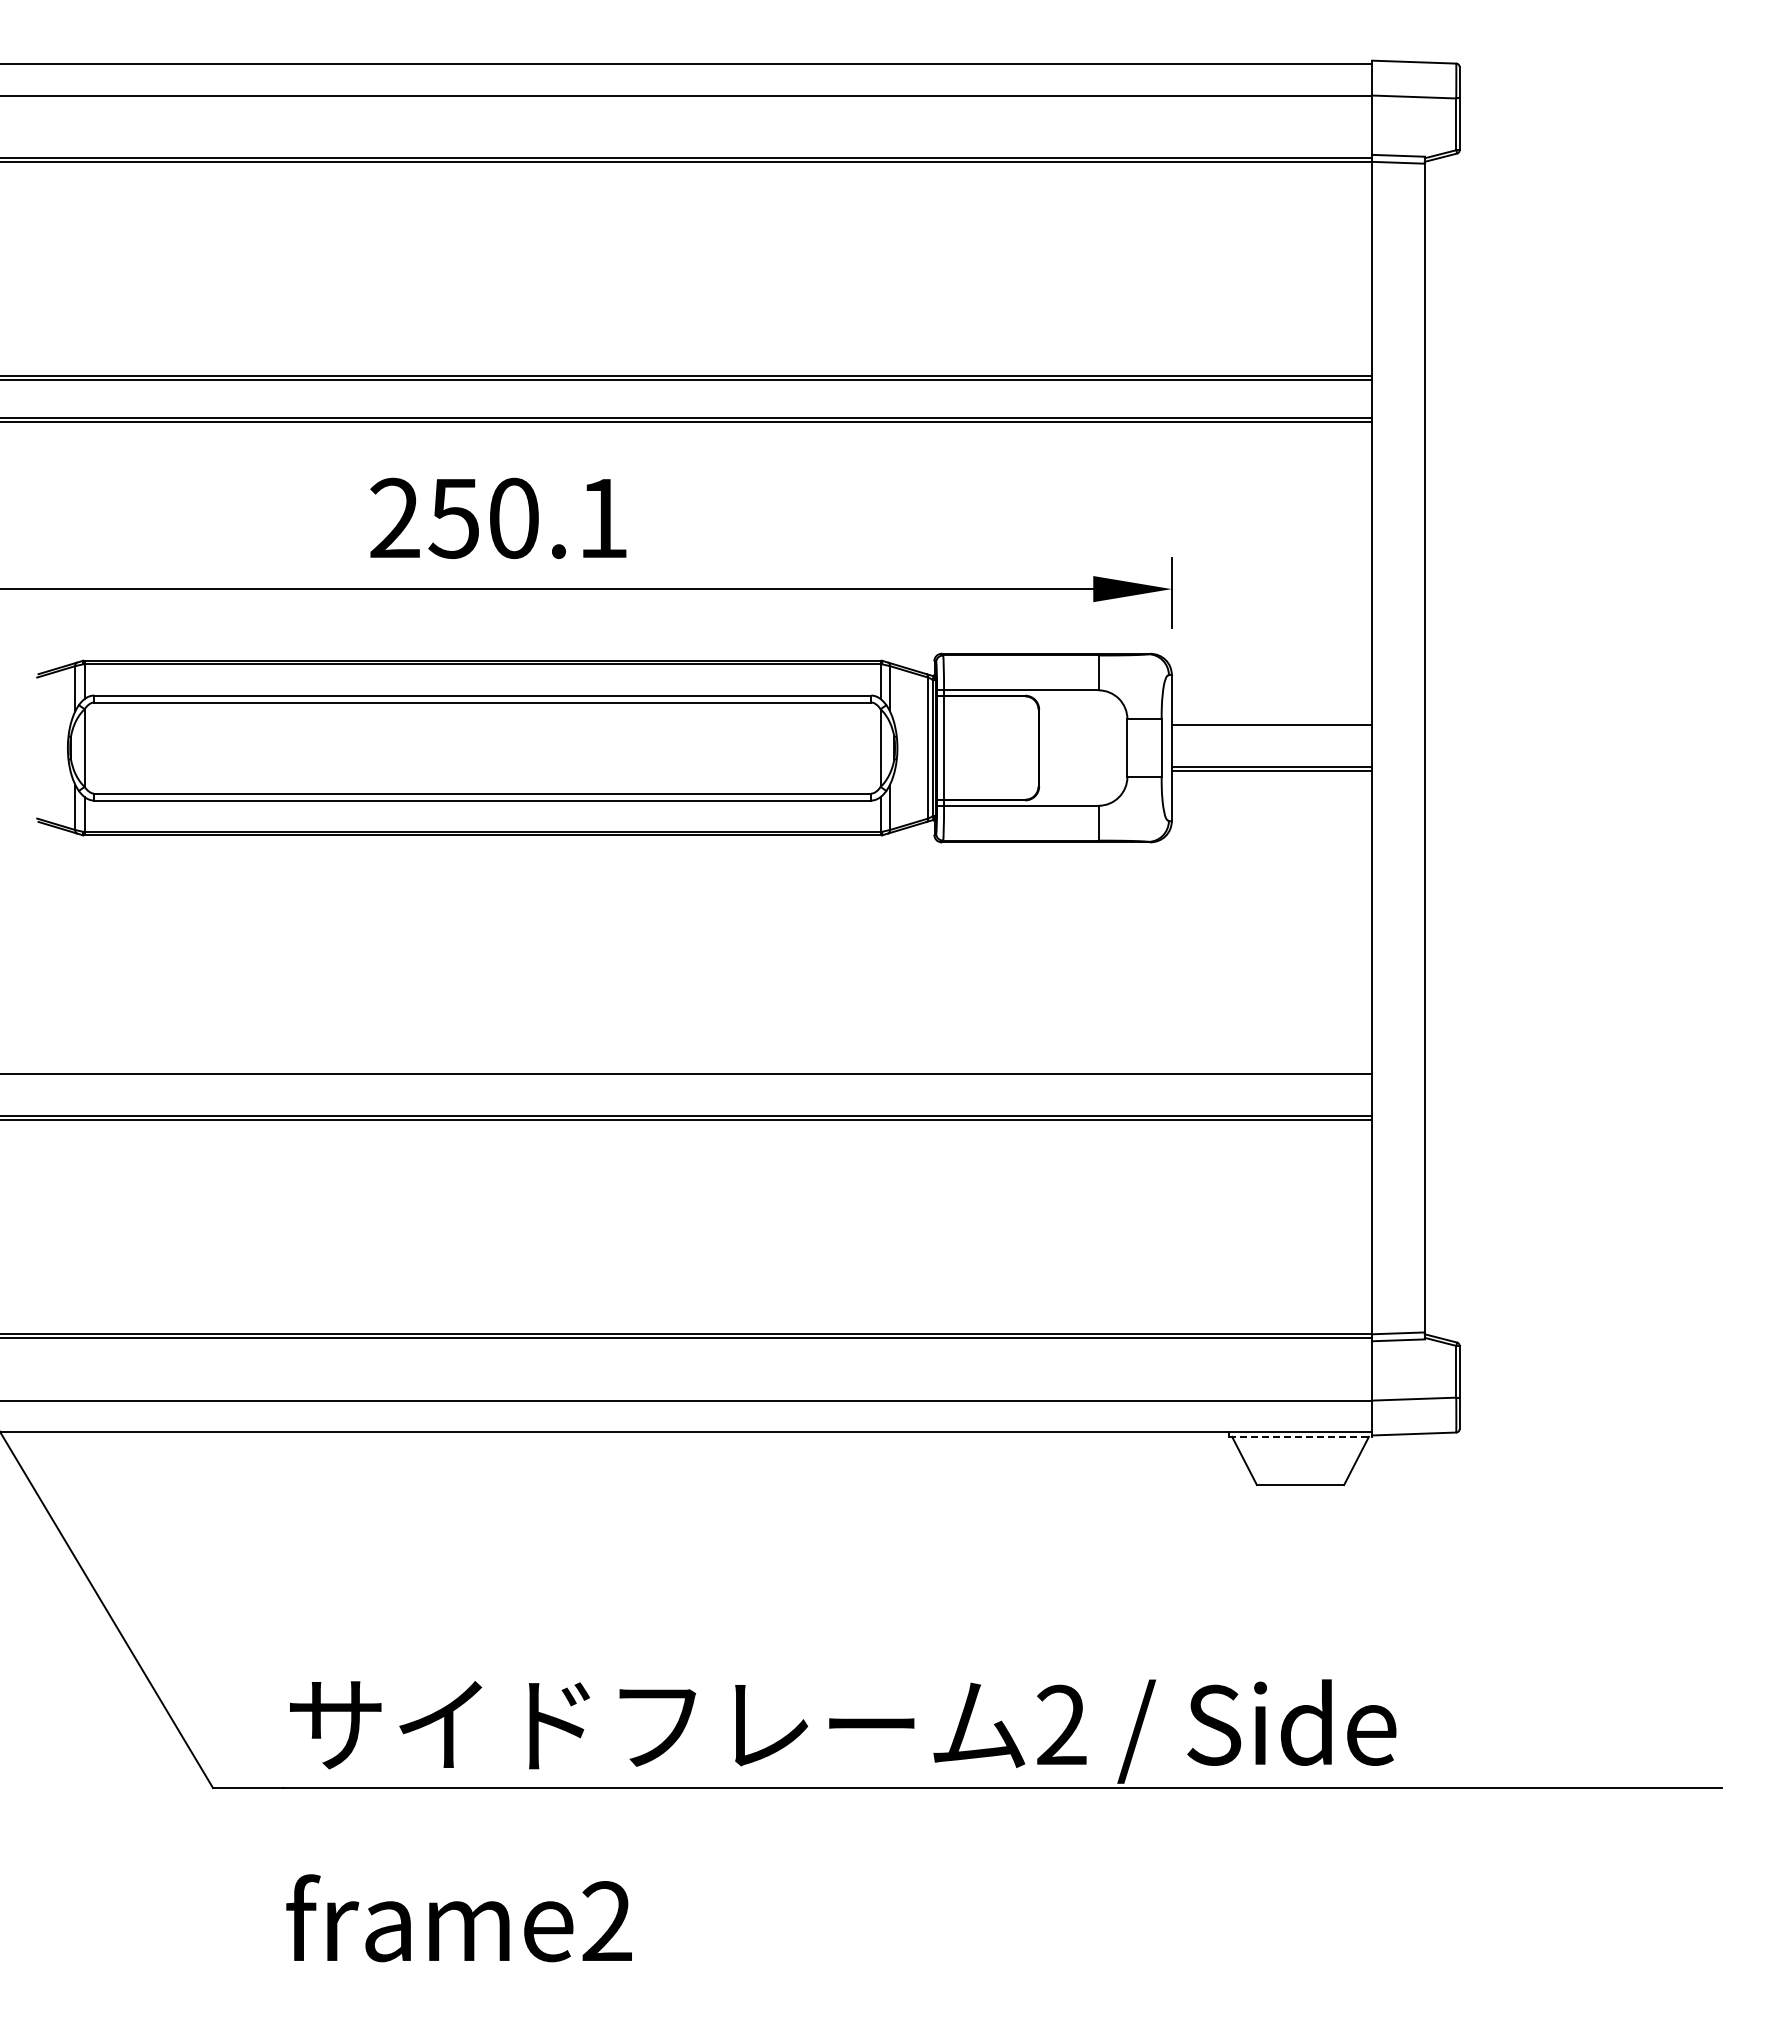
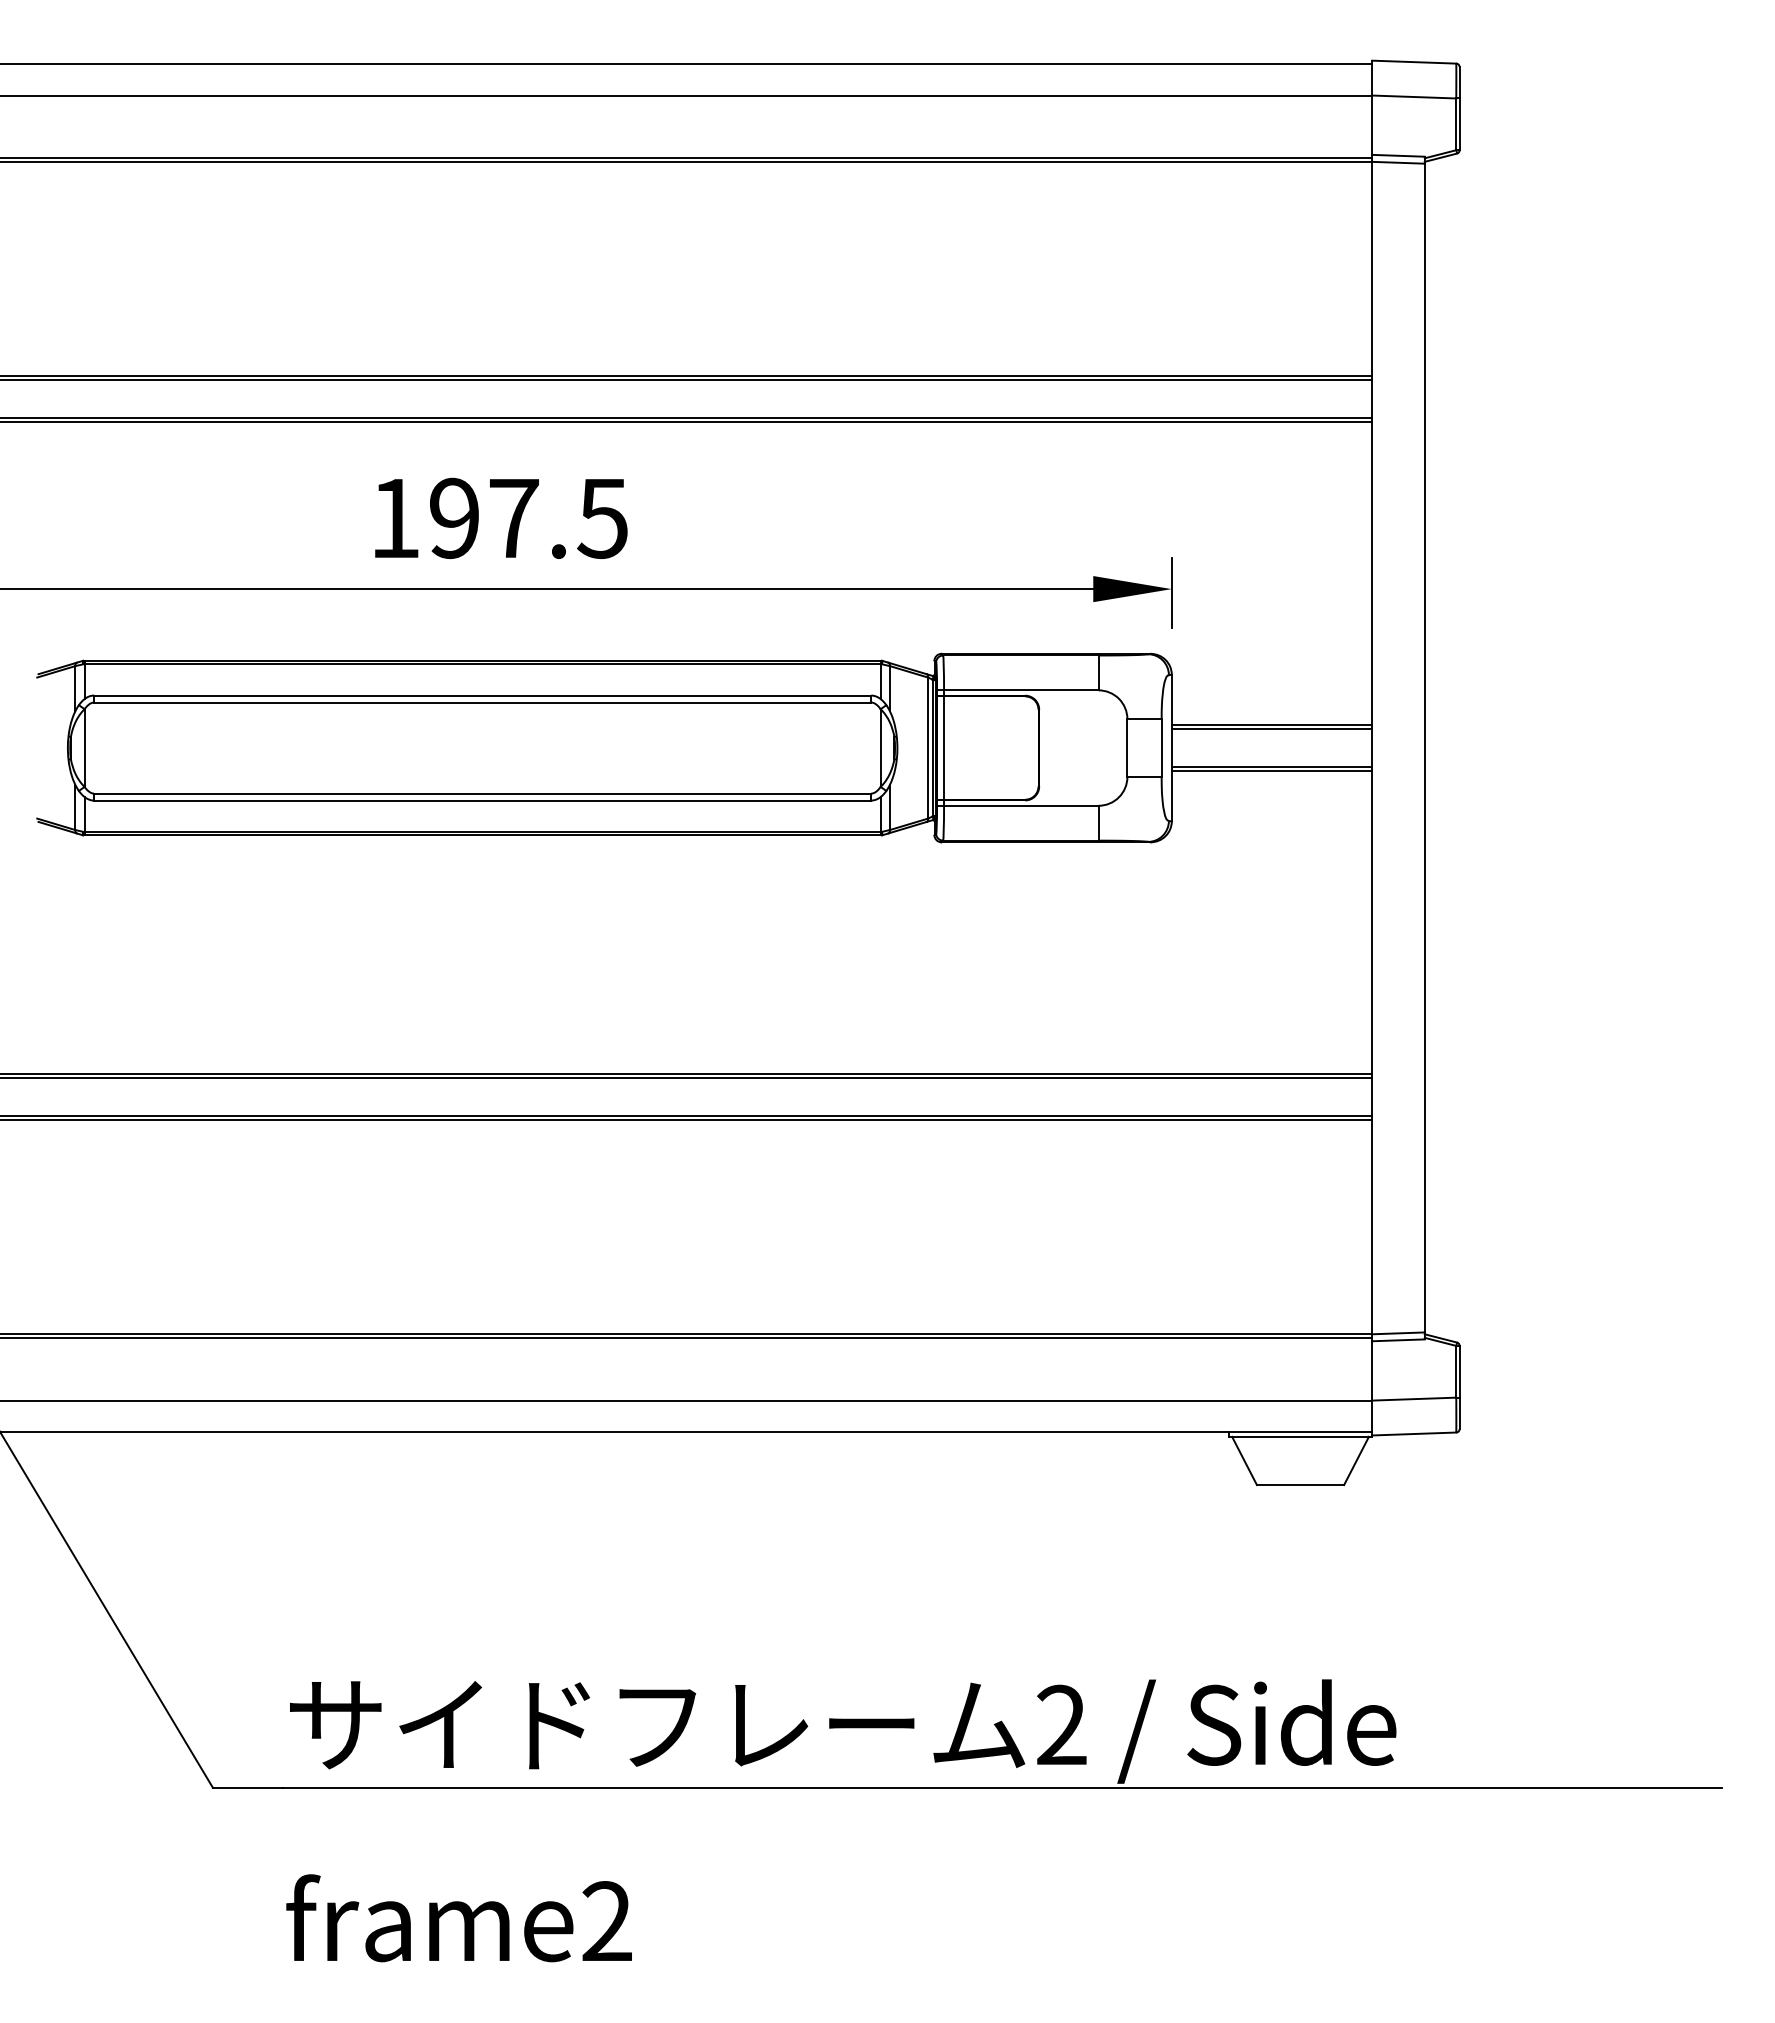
text at (498, 517): 250.1 -> 197.5
line at (1271, 728): none -> present
line at (687, 1077): none -> present
line at (1300, 1436): dashed -> solid
